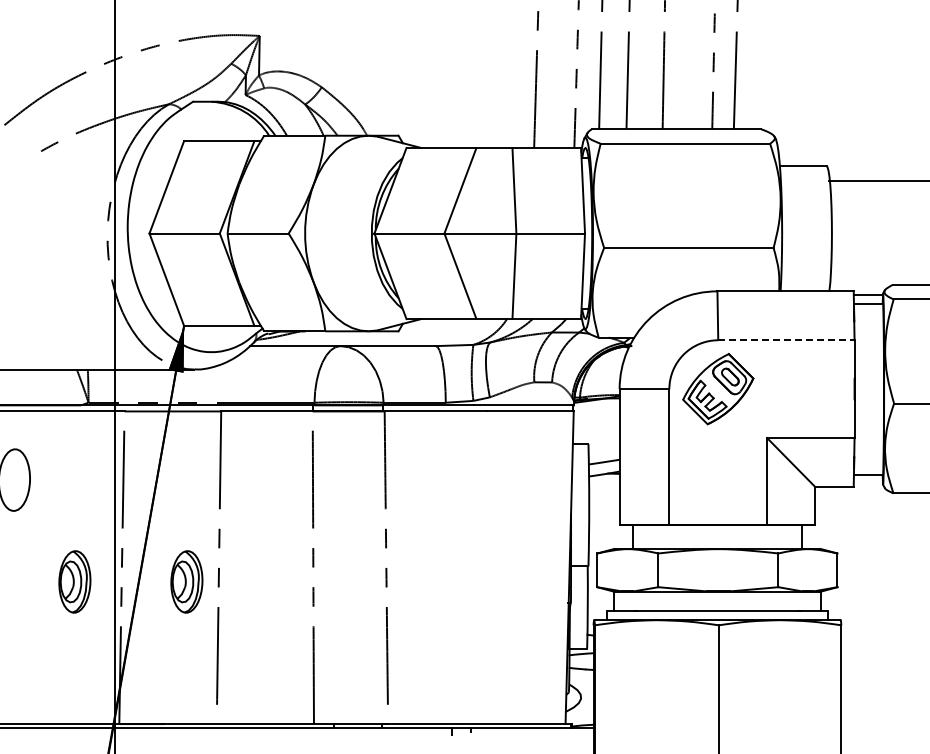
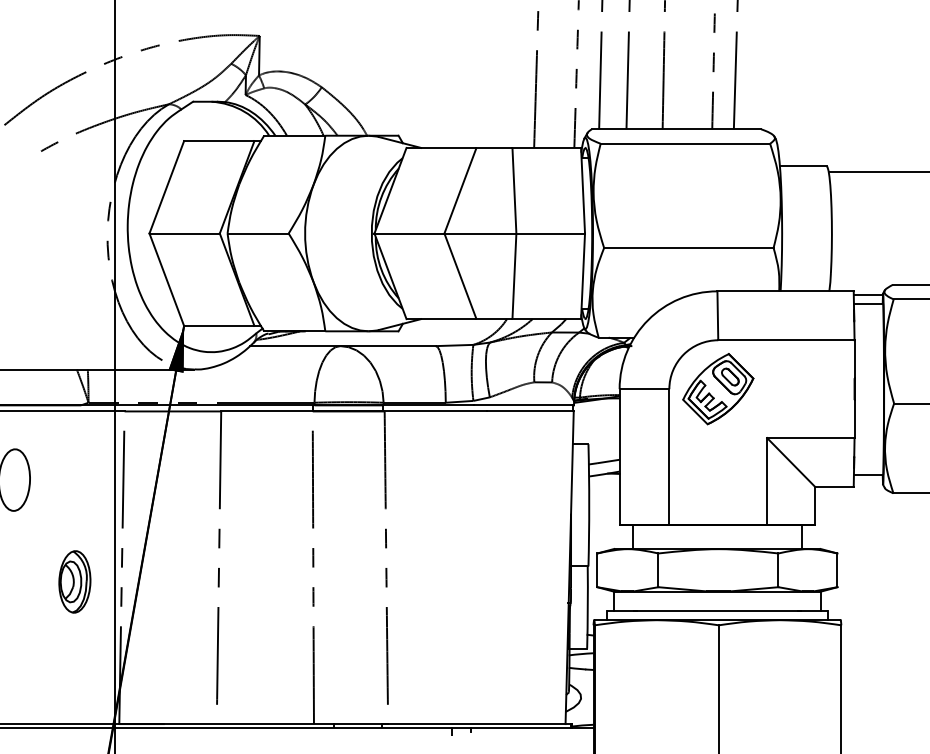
line at (877, 181) position: (877, 181) -> (877, 172)
line at (786, 340): dashed -> solid
part at (186, 581): present -> none
